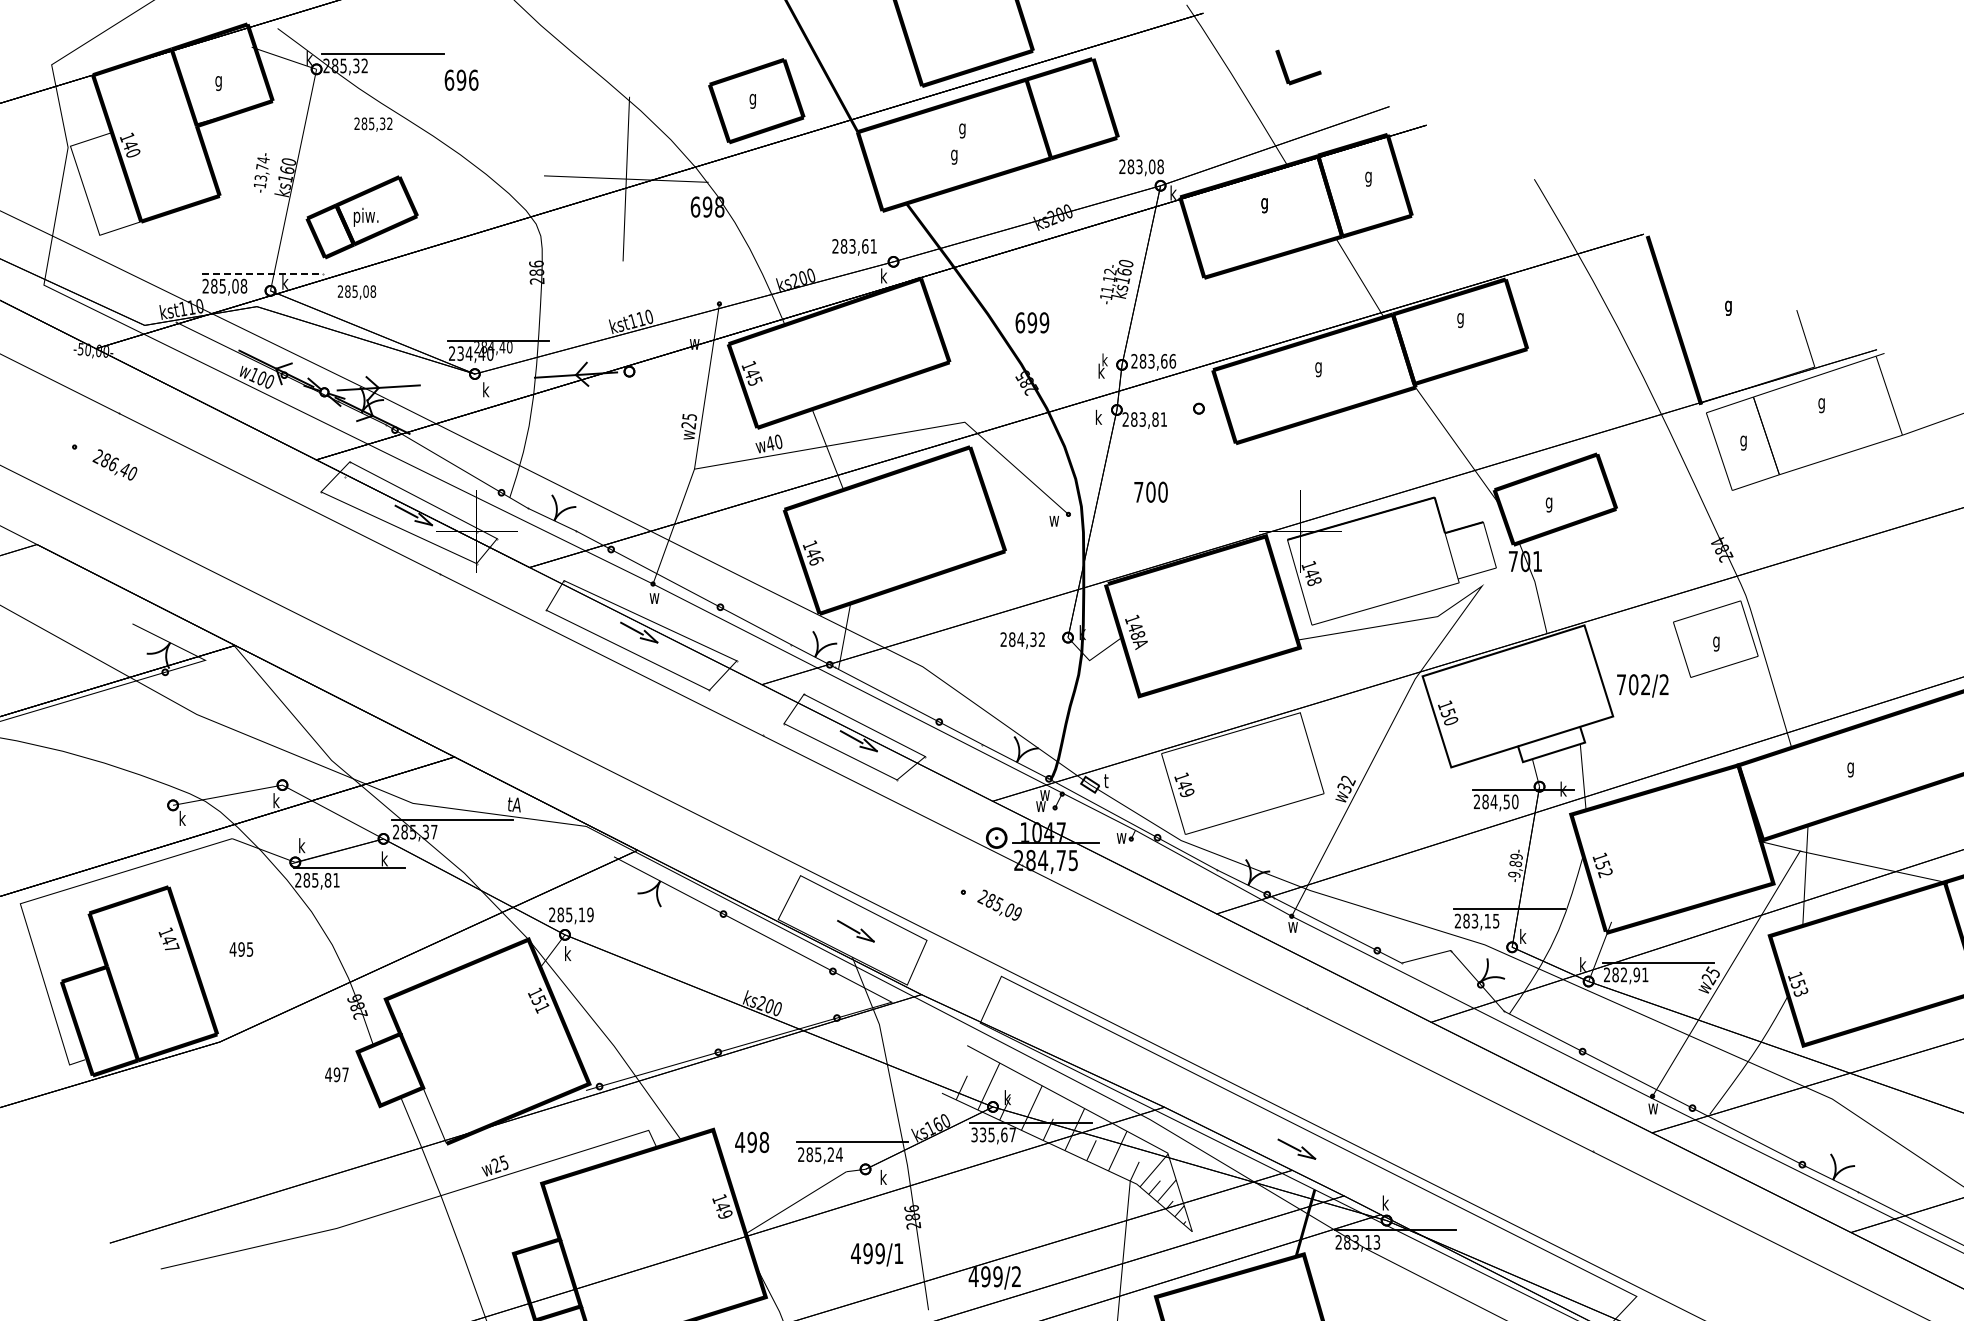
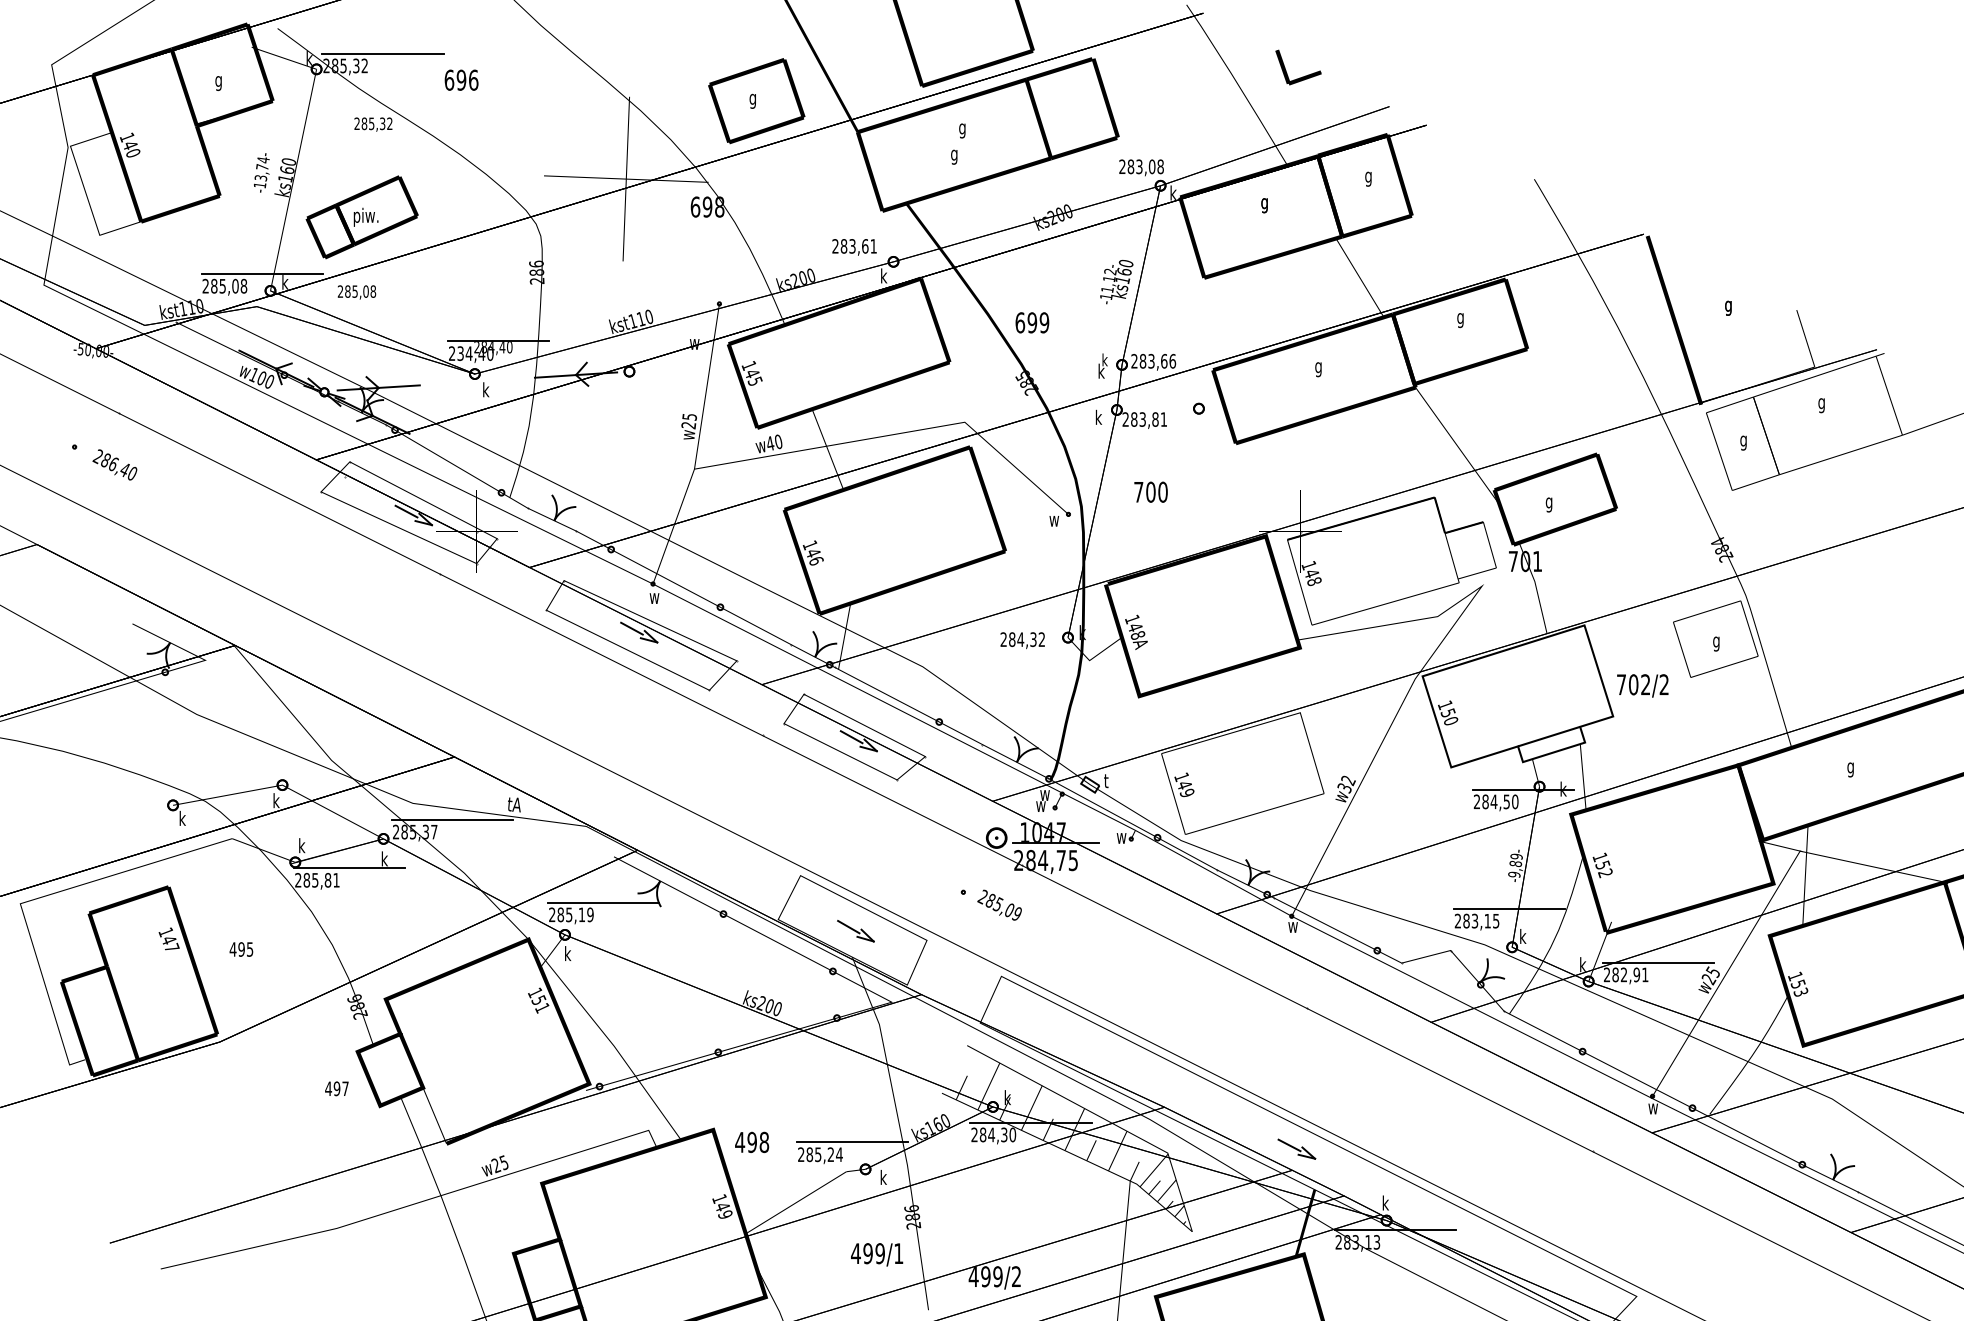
line at (262, 274): dashed -> solid
line at (603, 902): none -> present
text at (336, 1074) position: (336, 1074) -> (336, 1088)
text at (993, 1134): 335,67 -> 284,30
